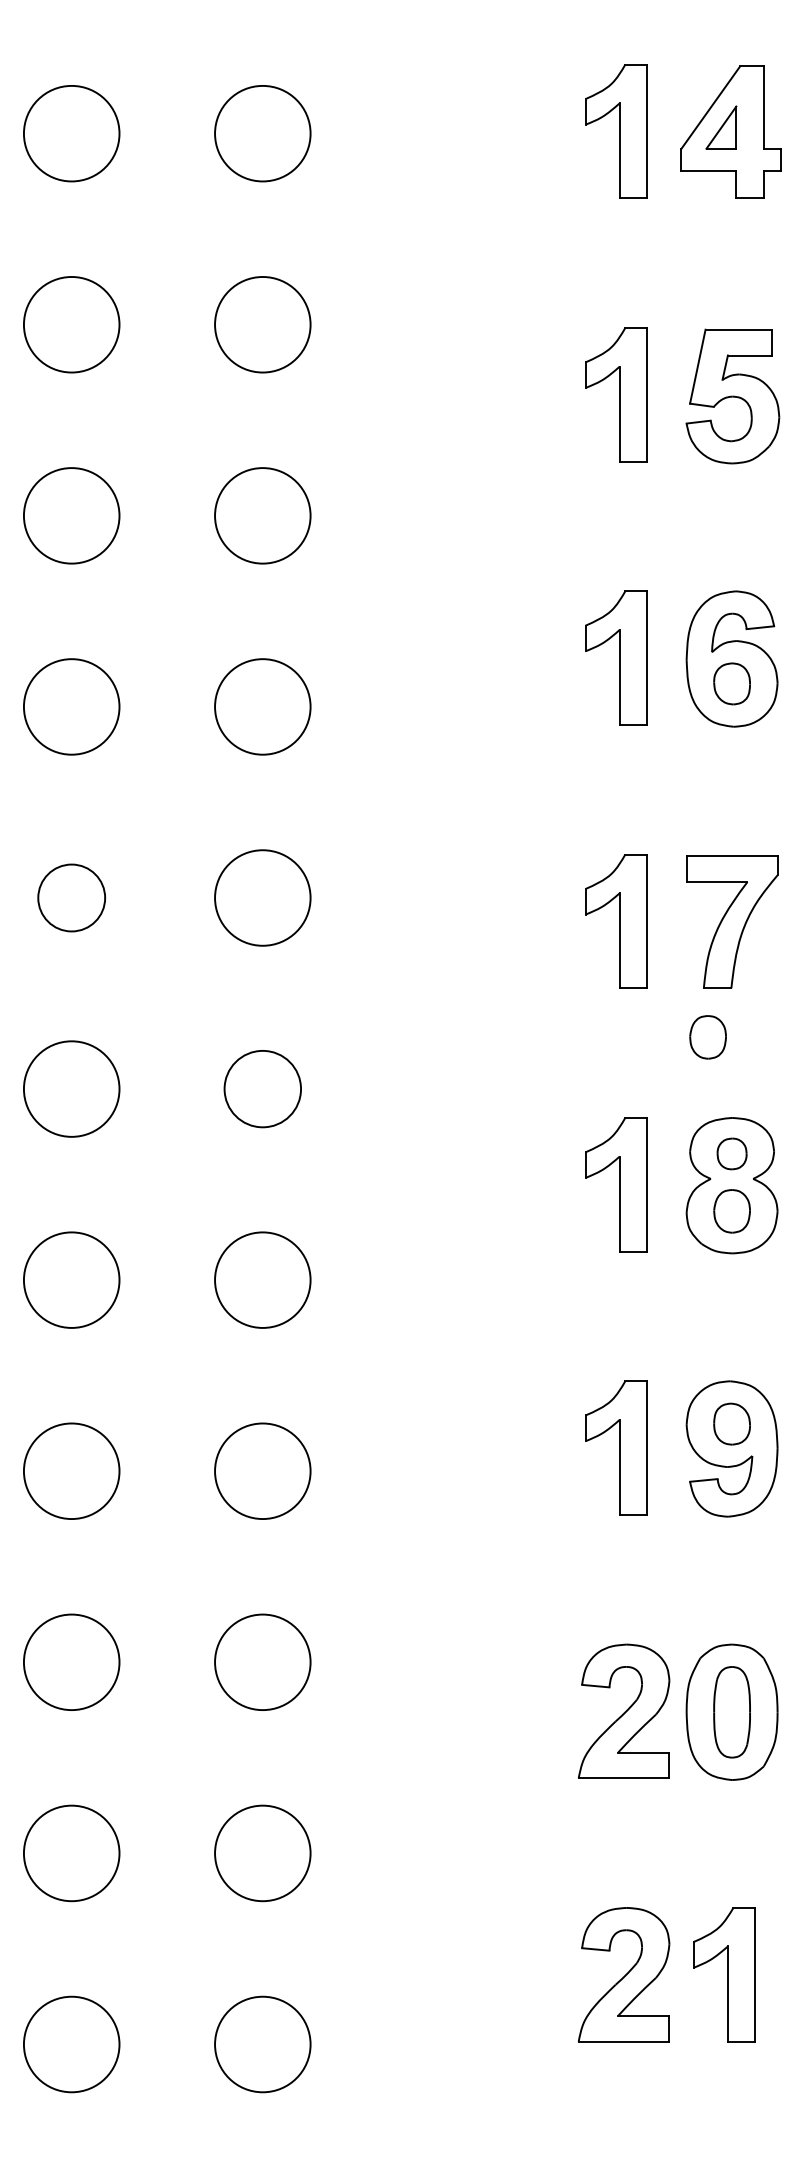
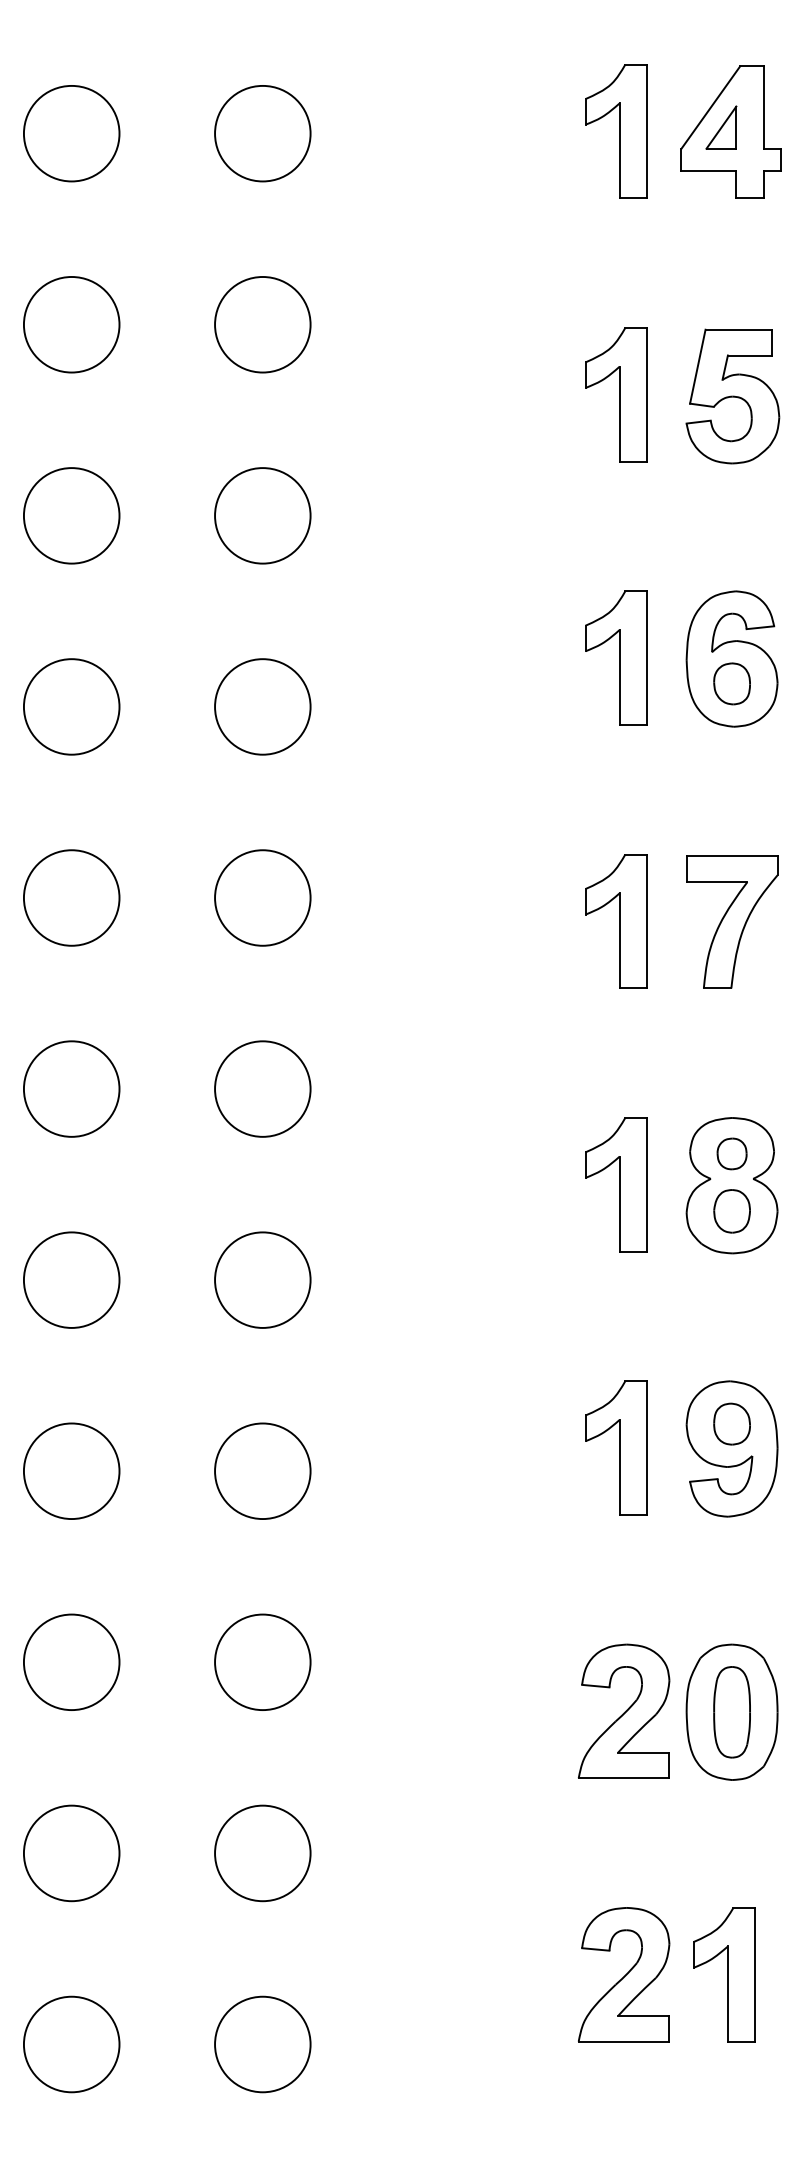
circle at (71, 897) diameter: 67 px -> 96 px
part at (707, 1037): present -> none
circle at (262, 1088) diameter: 76 px -> 96 px
